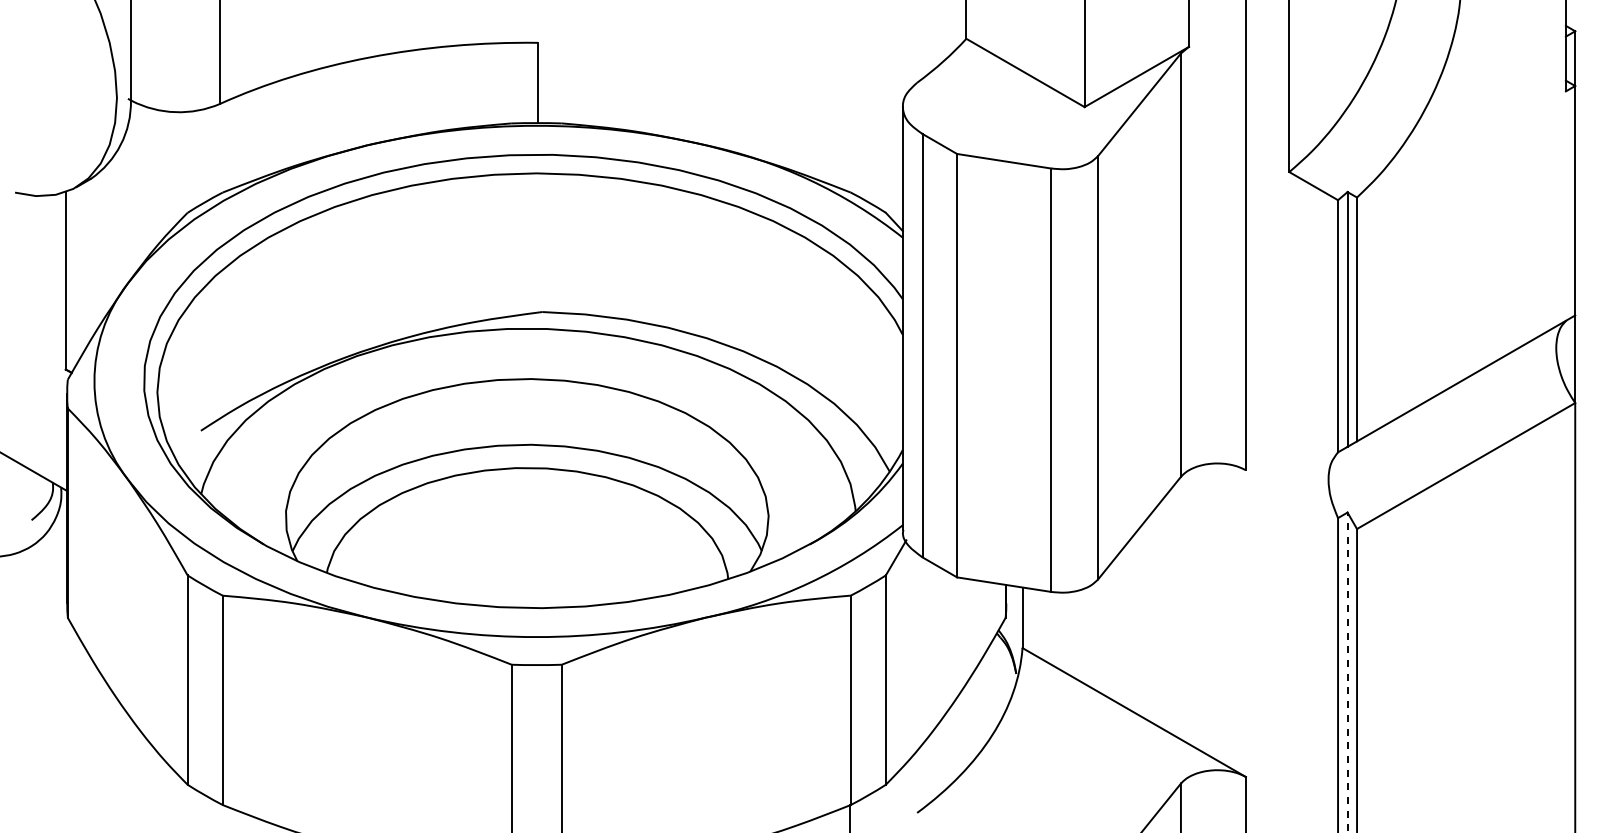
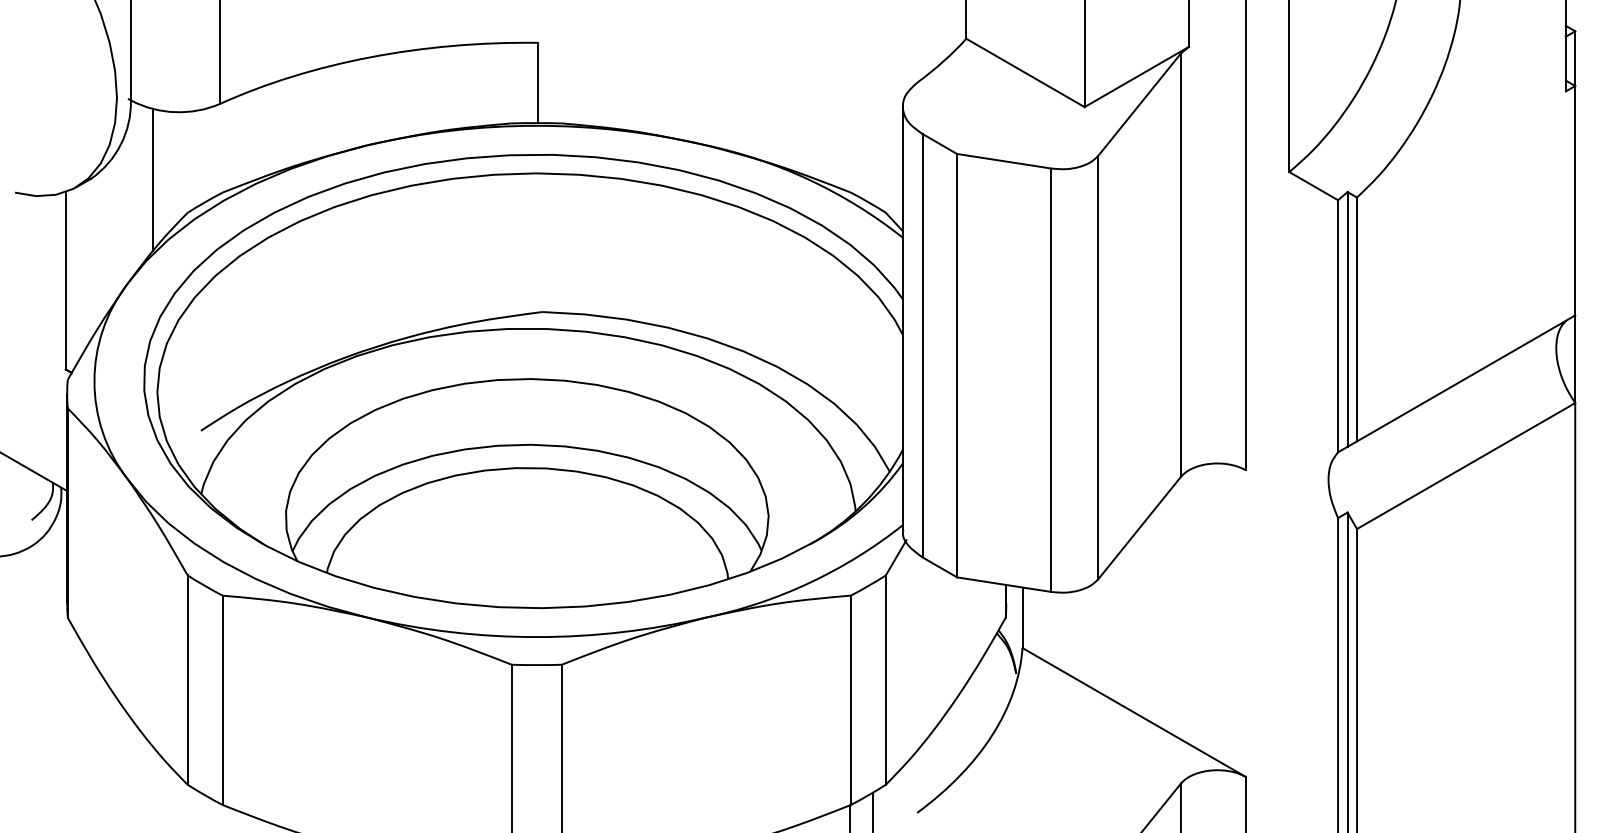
line at (153, 180): none -> present
line at (1347, 672): dashed -> solid
line at (873, 810): none -> present
